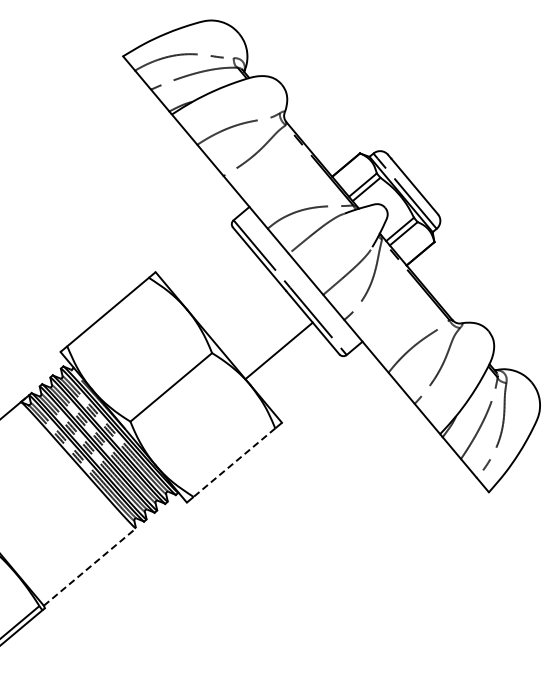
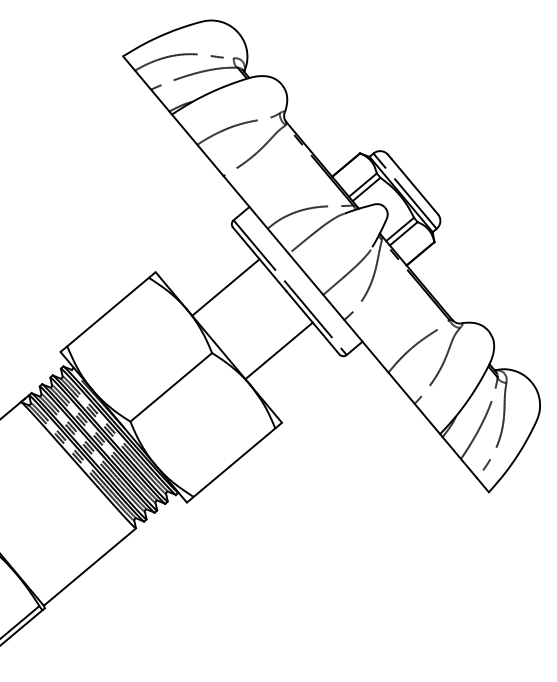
line at (225, 287): none -> present
line at (234, 463): dashed -> solid
line at (90, 566): dashed -> solid
